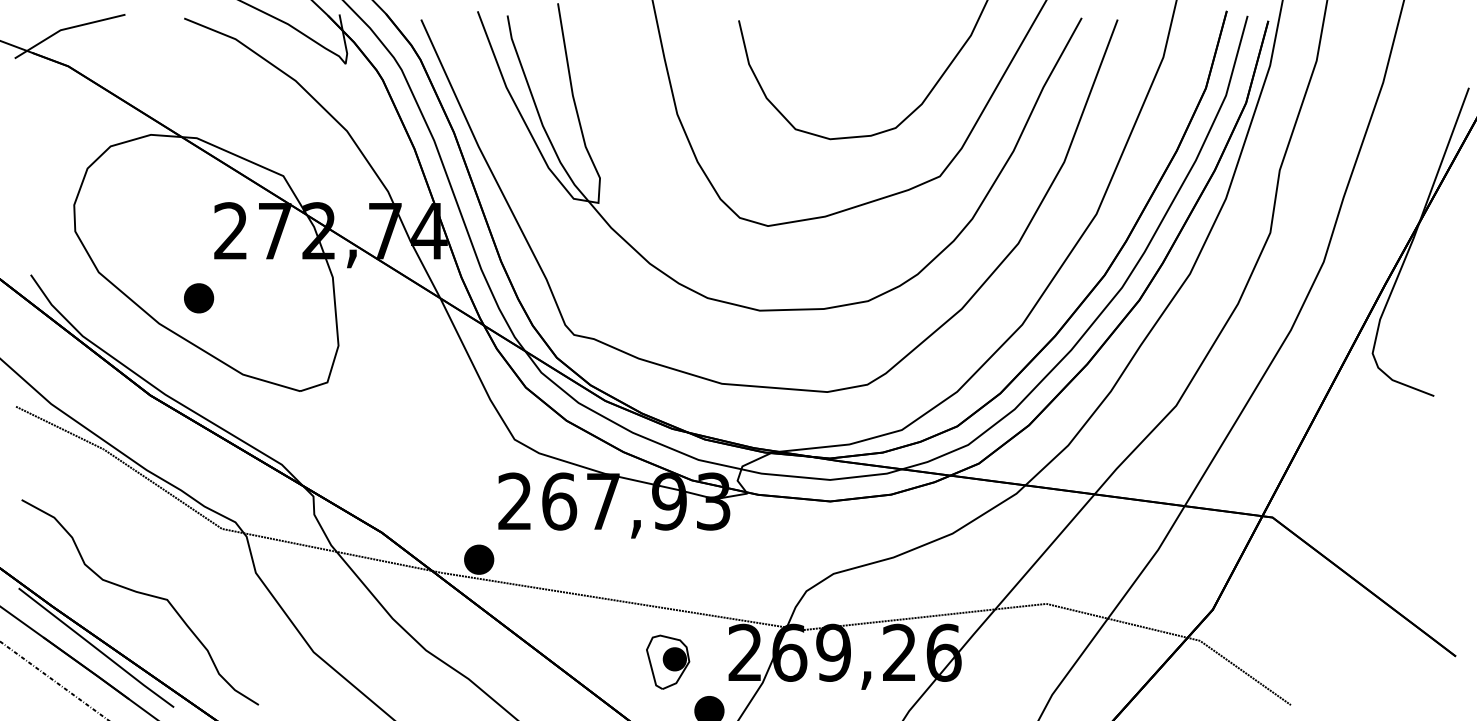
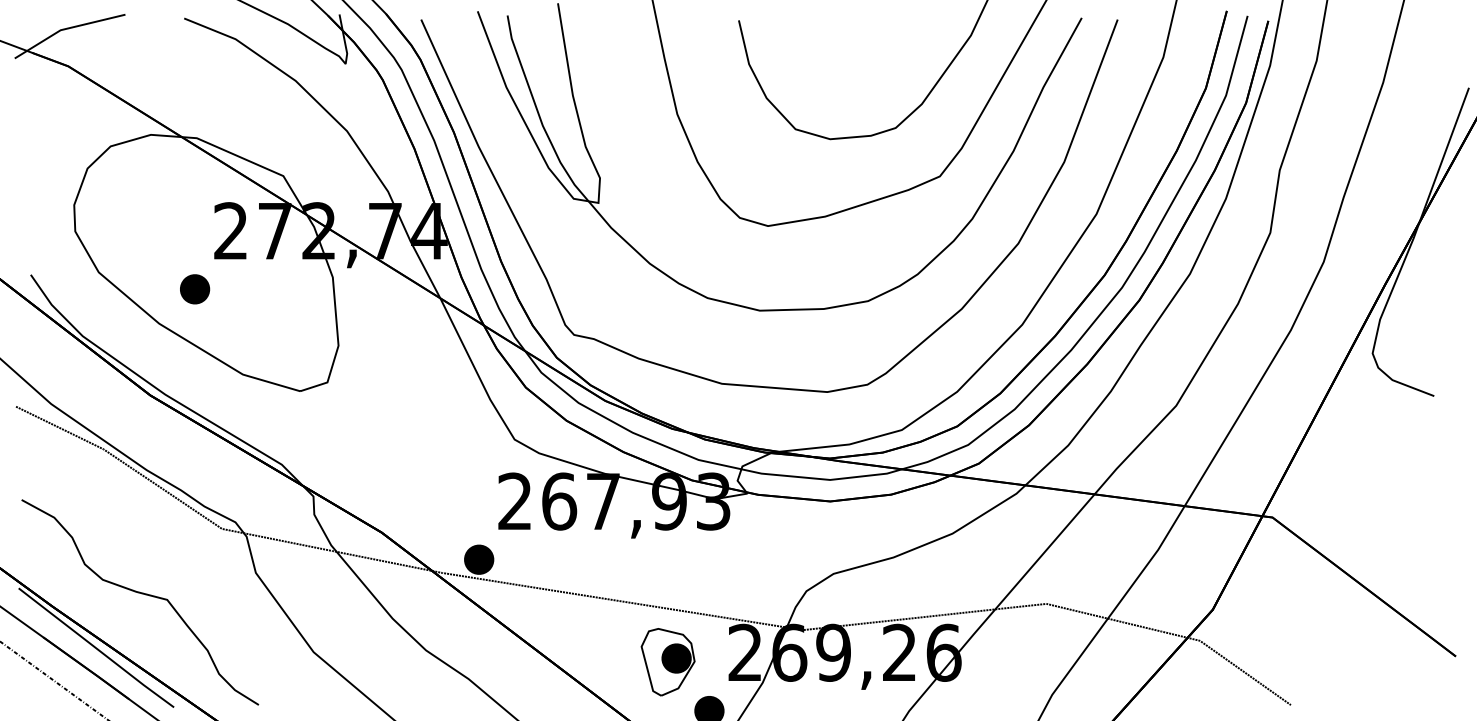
part at (199, 298) position: (199, 298) -> (195, 289)
part at (668, 661) size: 45x56 px -> 56x69 px
